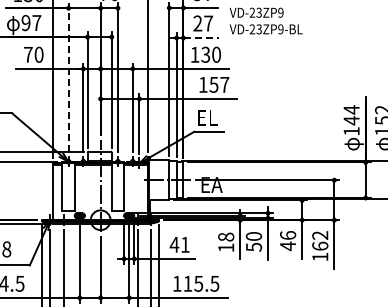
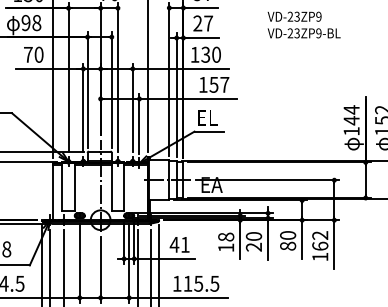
text at (265, 20) position: (265, 20) -> (303, 24)
text at (36, 23): 97 -> 98
line at (202, 38): dashed -> solid
line at (68, 76): dashed -> solid
text at (288, 241): 46 -> 80
text at (253, 246): 50 -> 20
